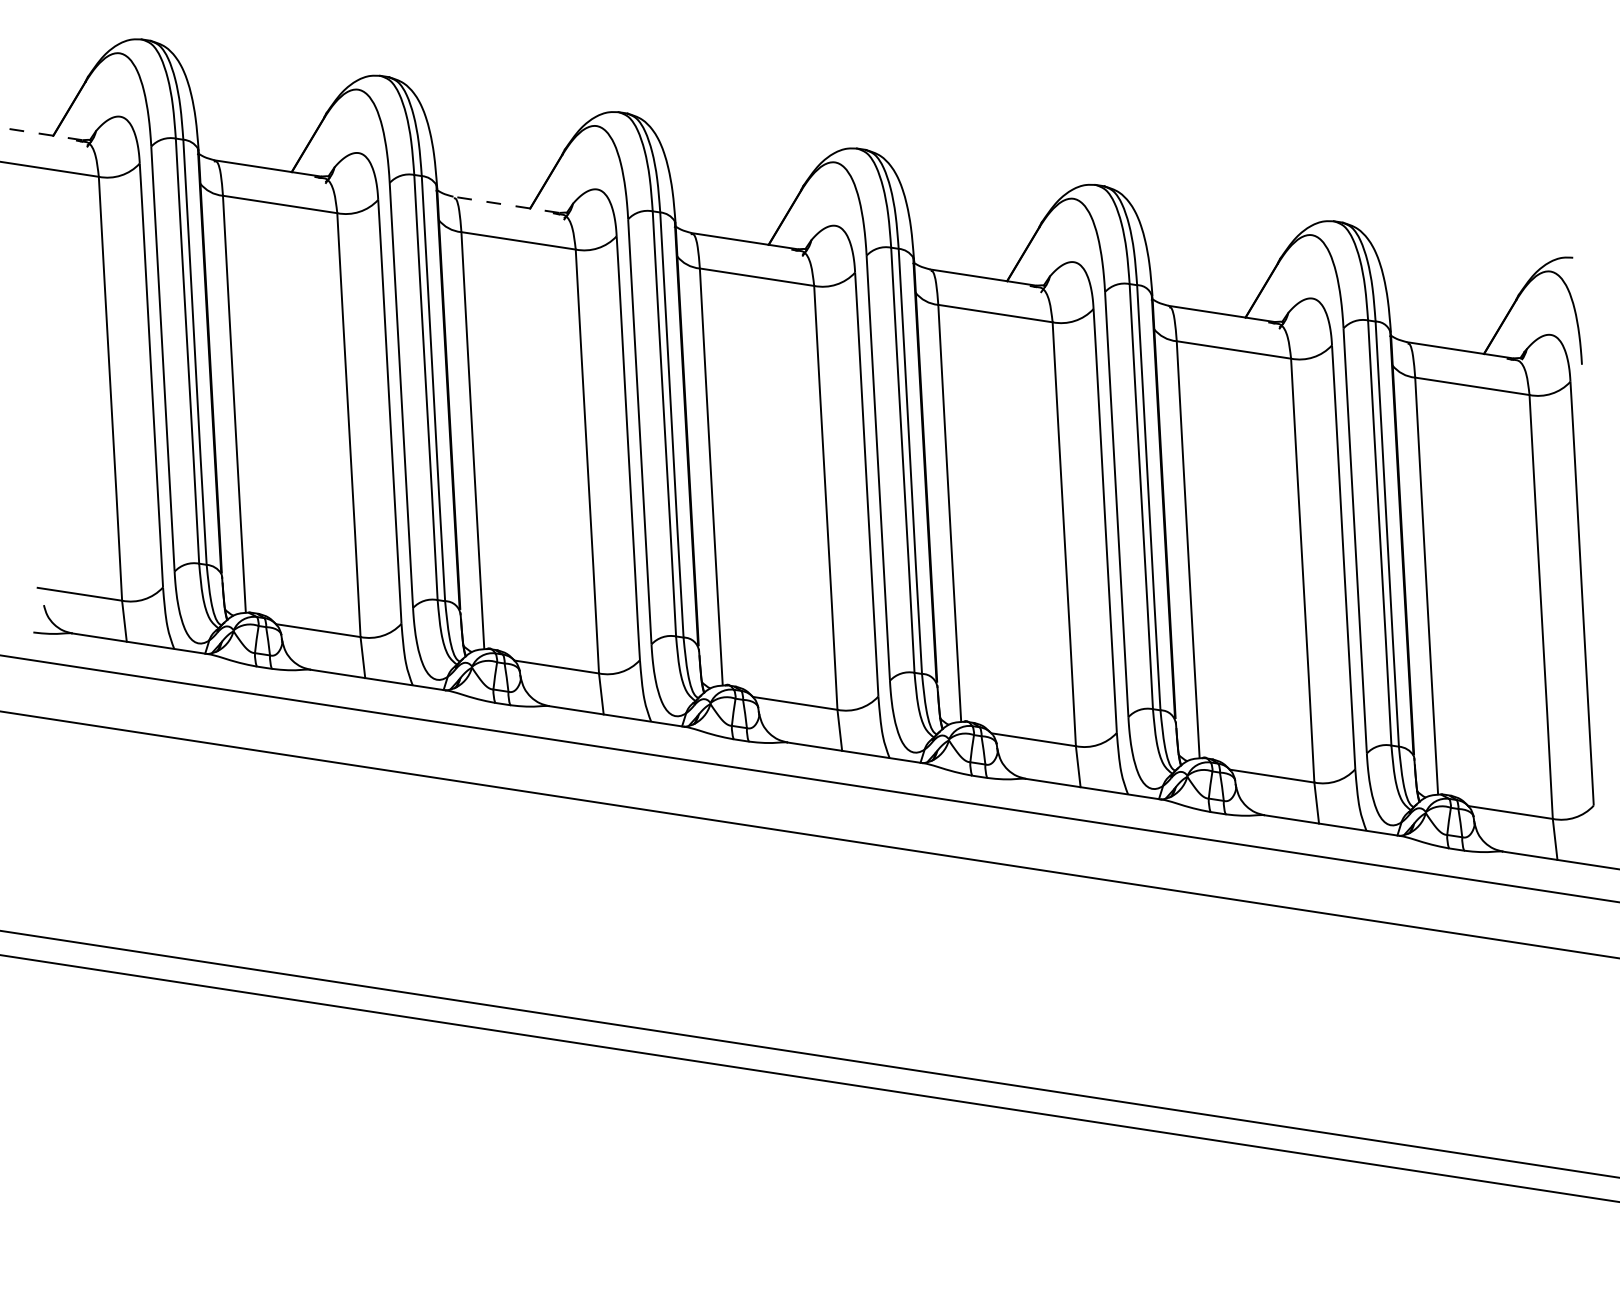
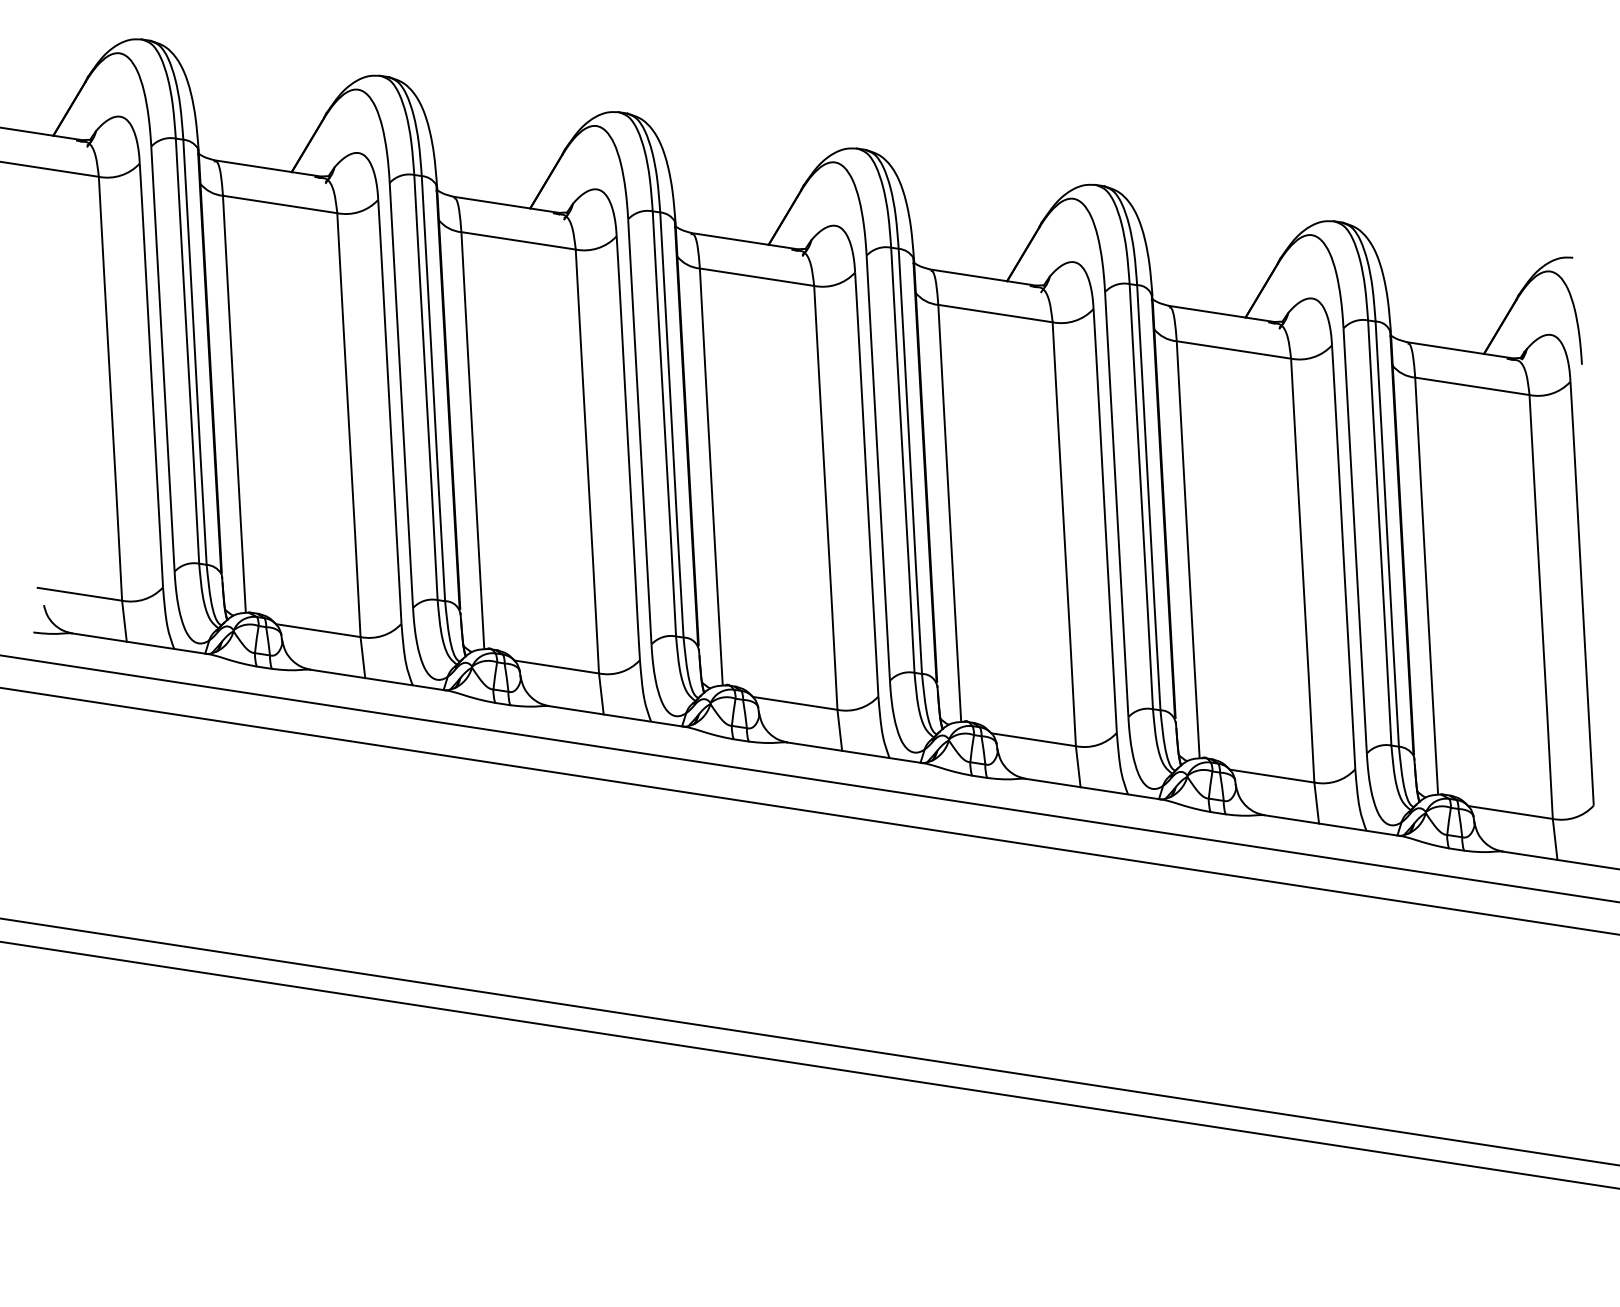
line at (40, 133): dashed -> solid
line at (505, 204): dashed -> solid
line at (809, 834) position: (809, 834) -> (809, 811)
line at (809, 1054) position: (809, 1054) -> (809, 1041)
line at (809, 1078) position: (809, 1078) -> (809, 1065)
